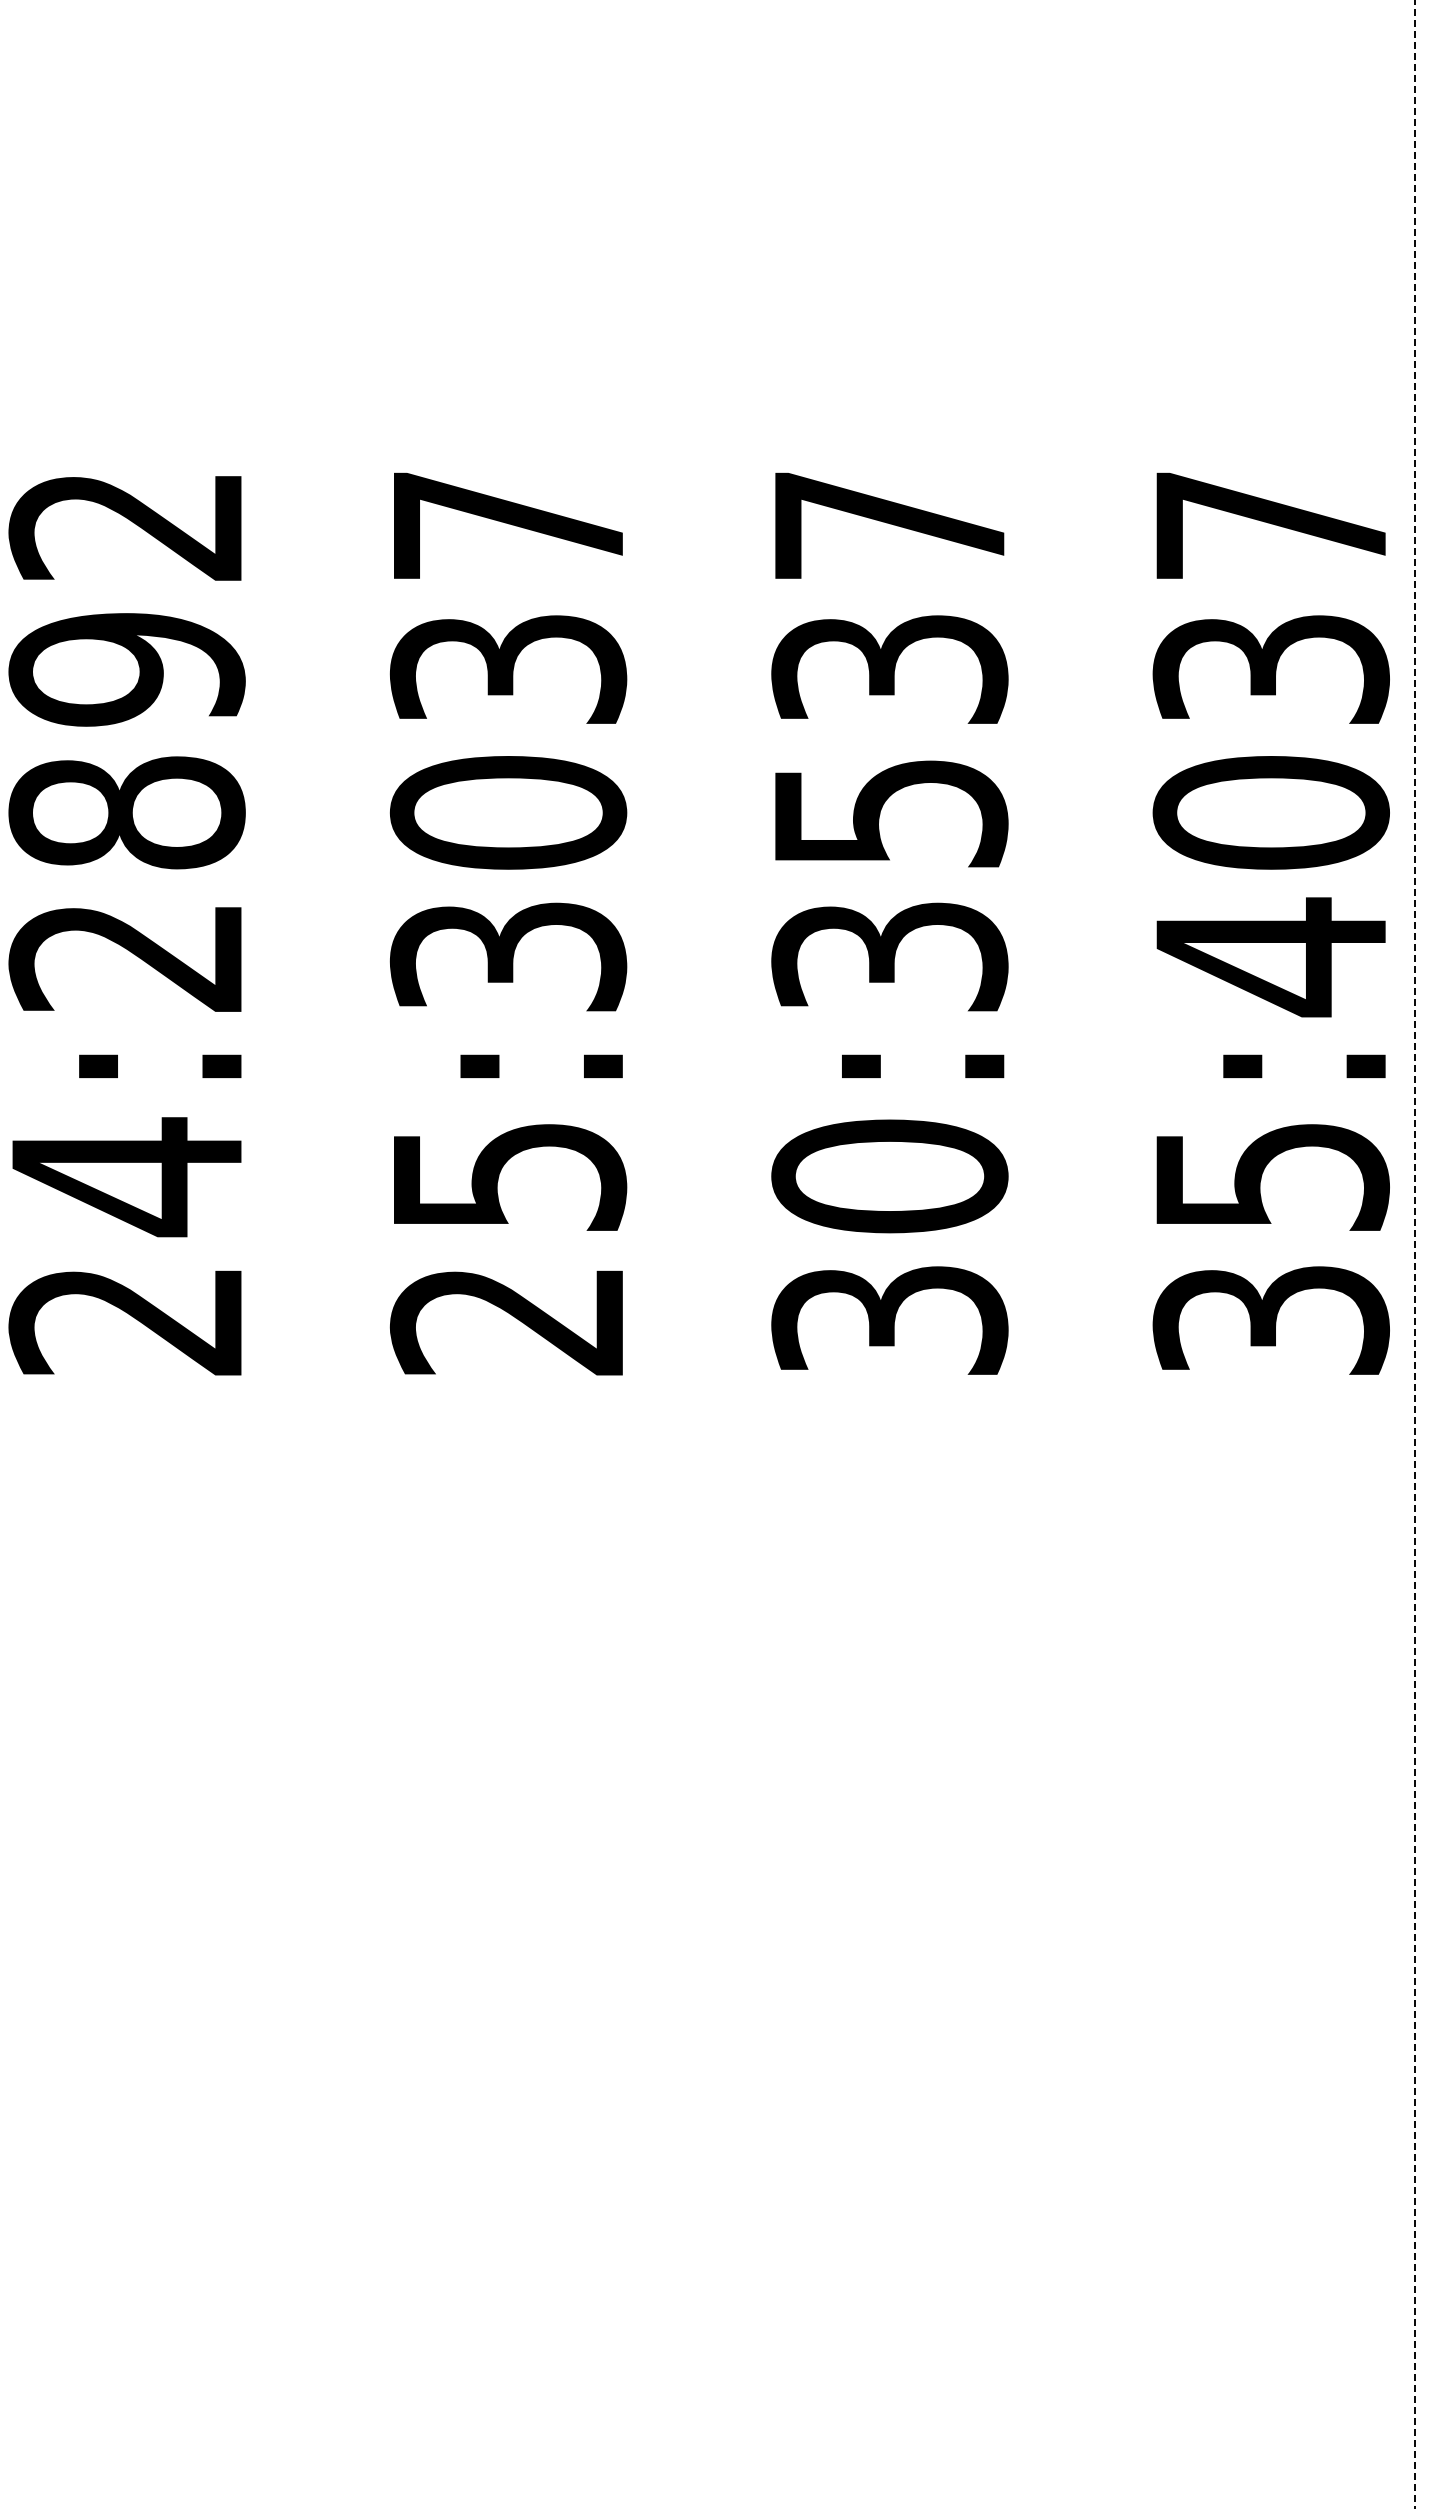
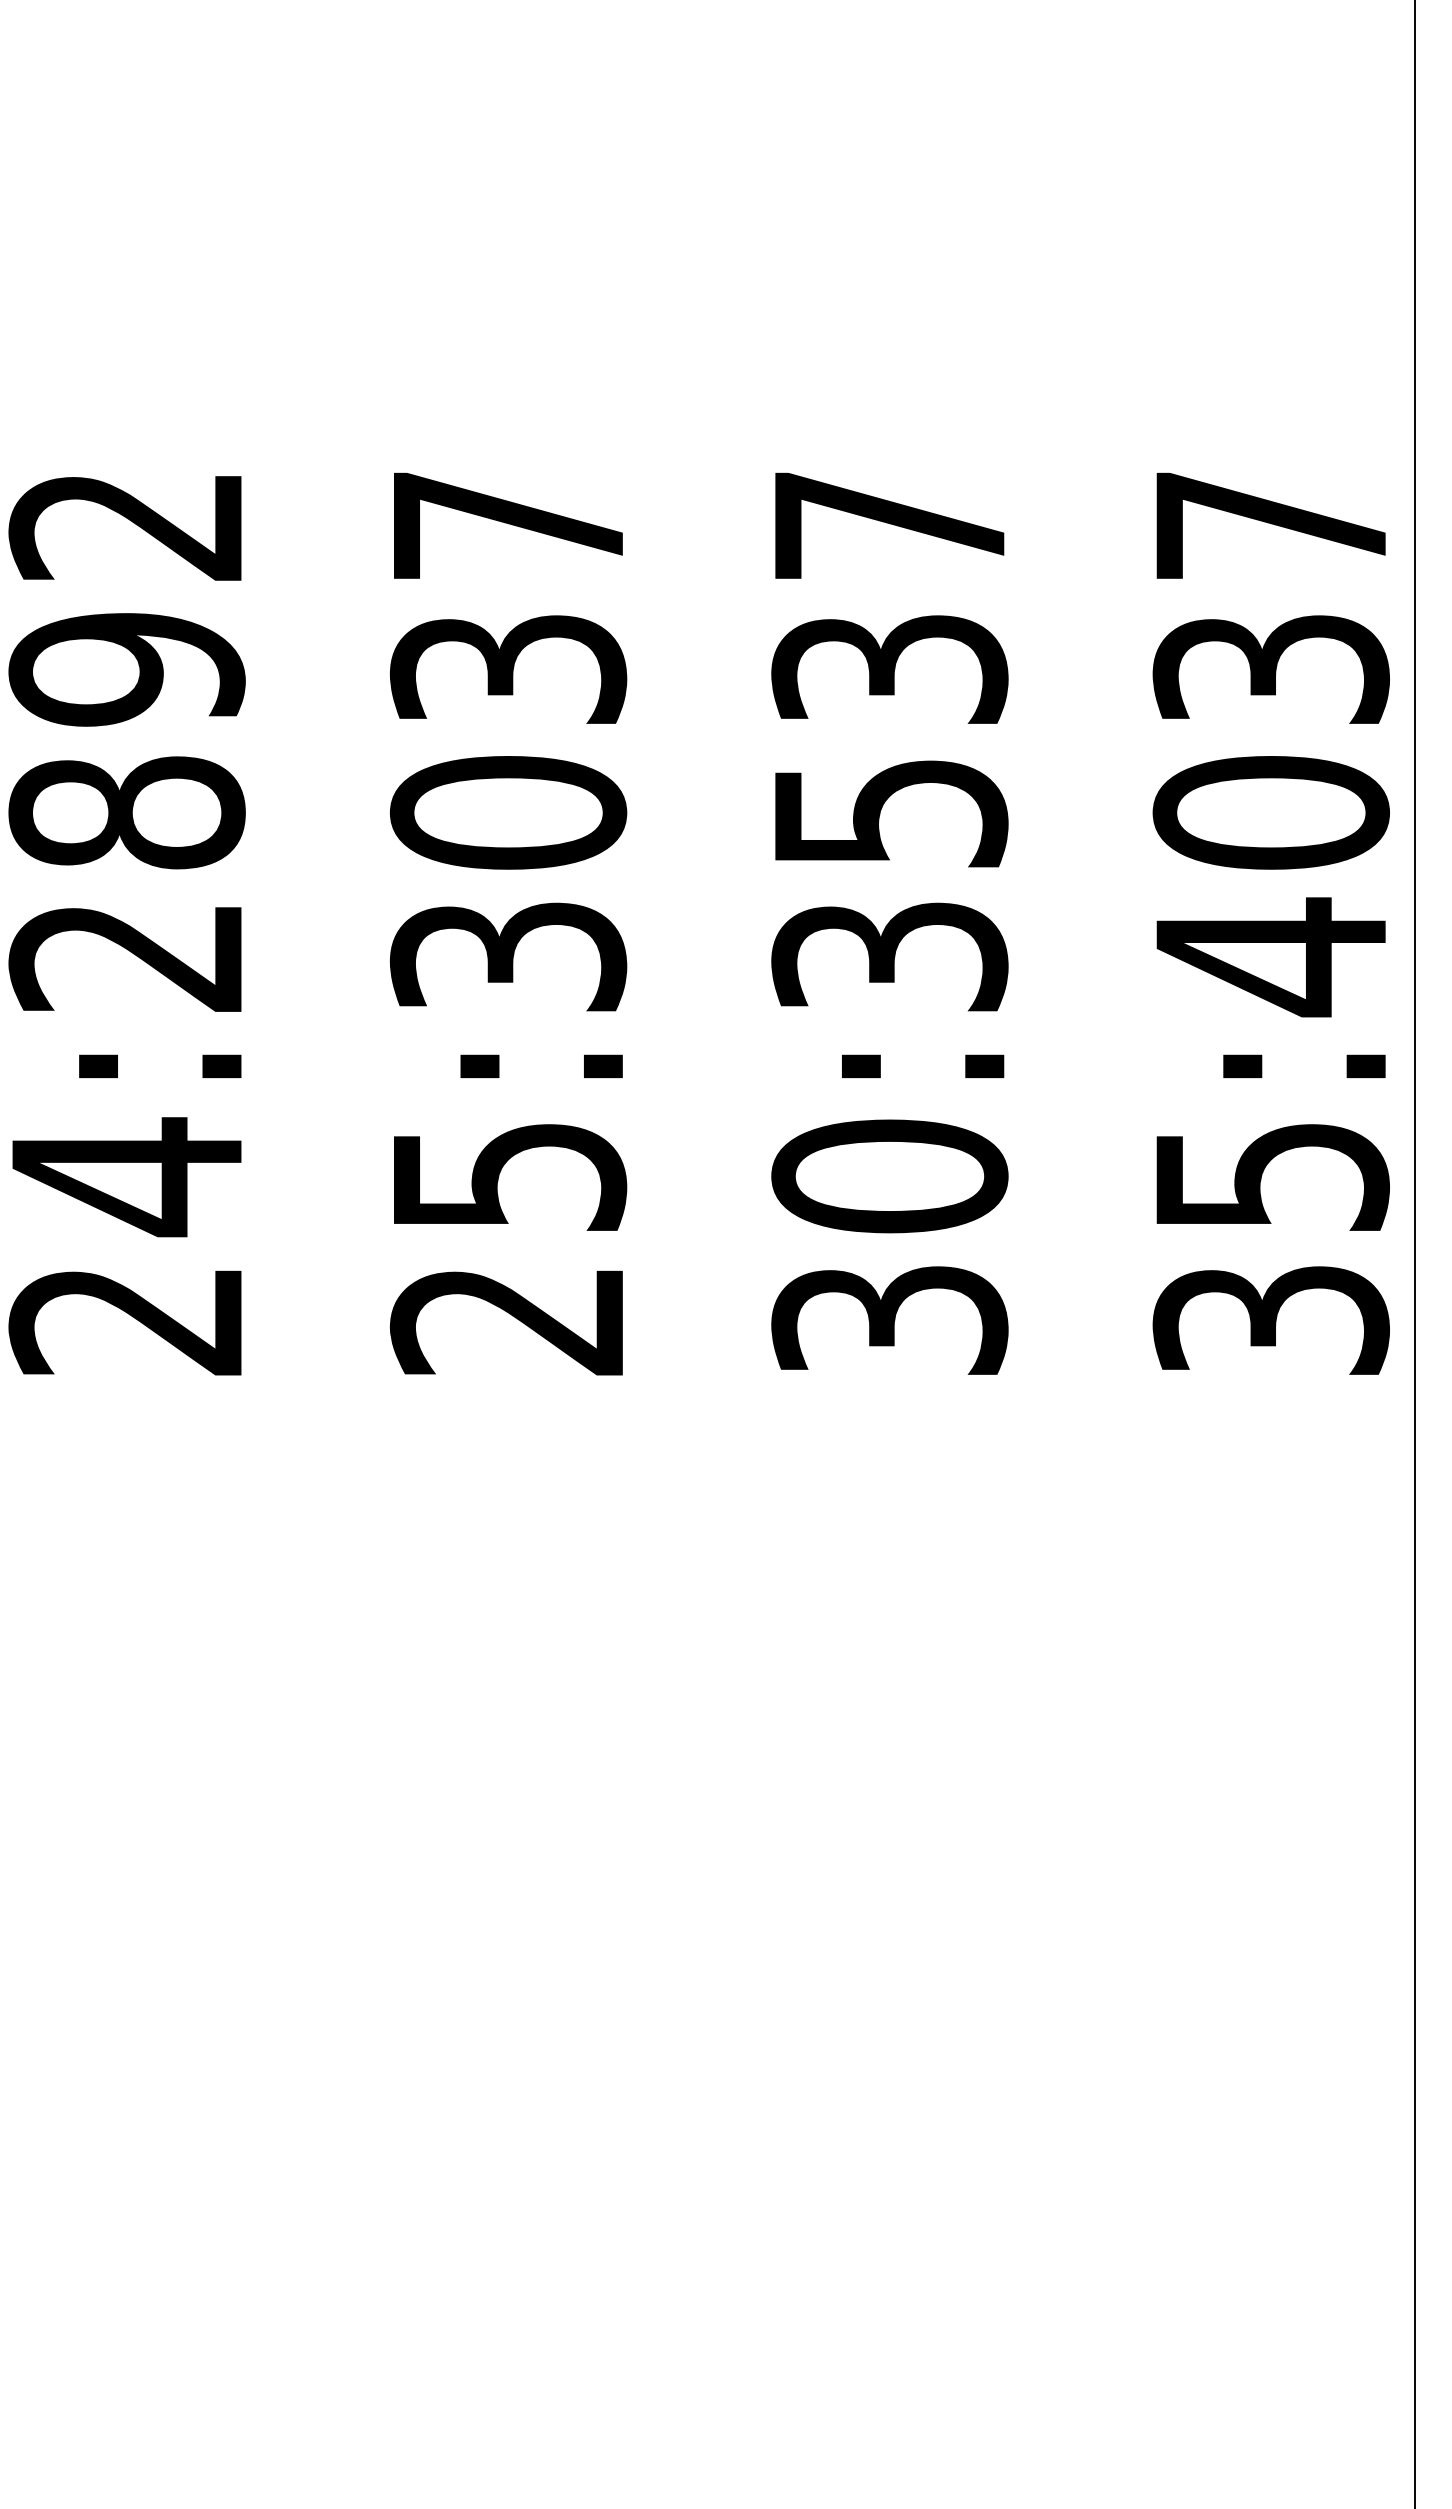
line at (1414, 1253): dashed -> solid
